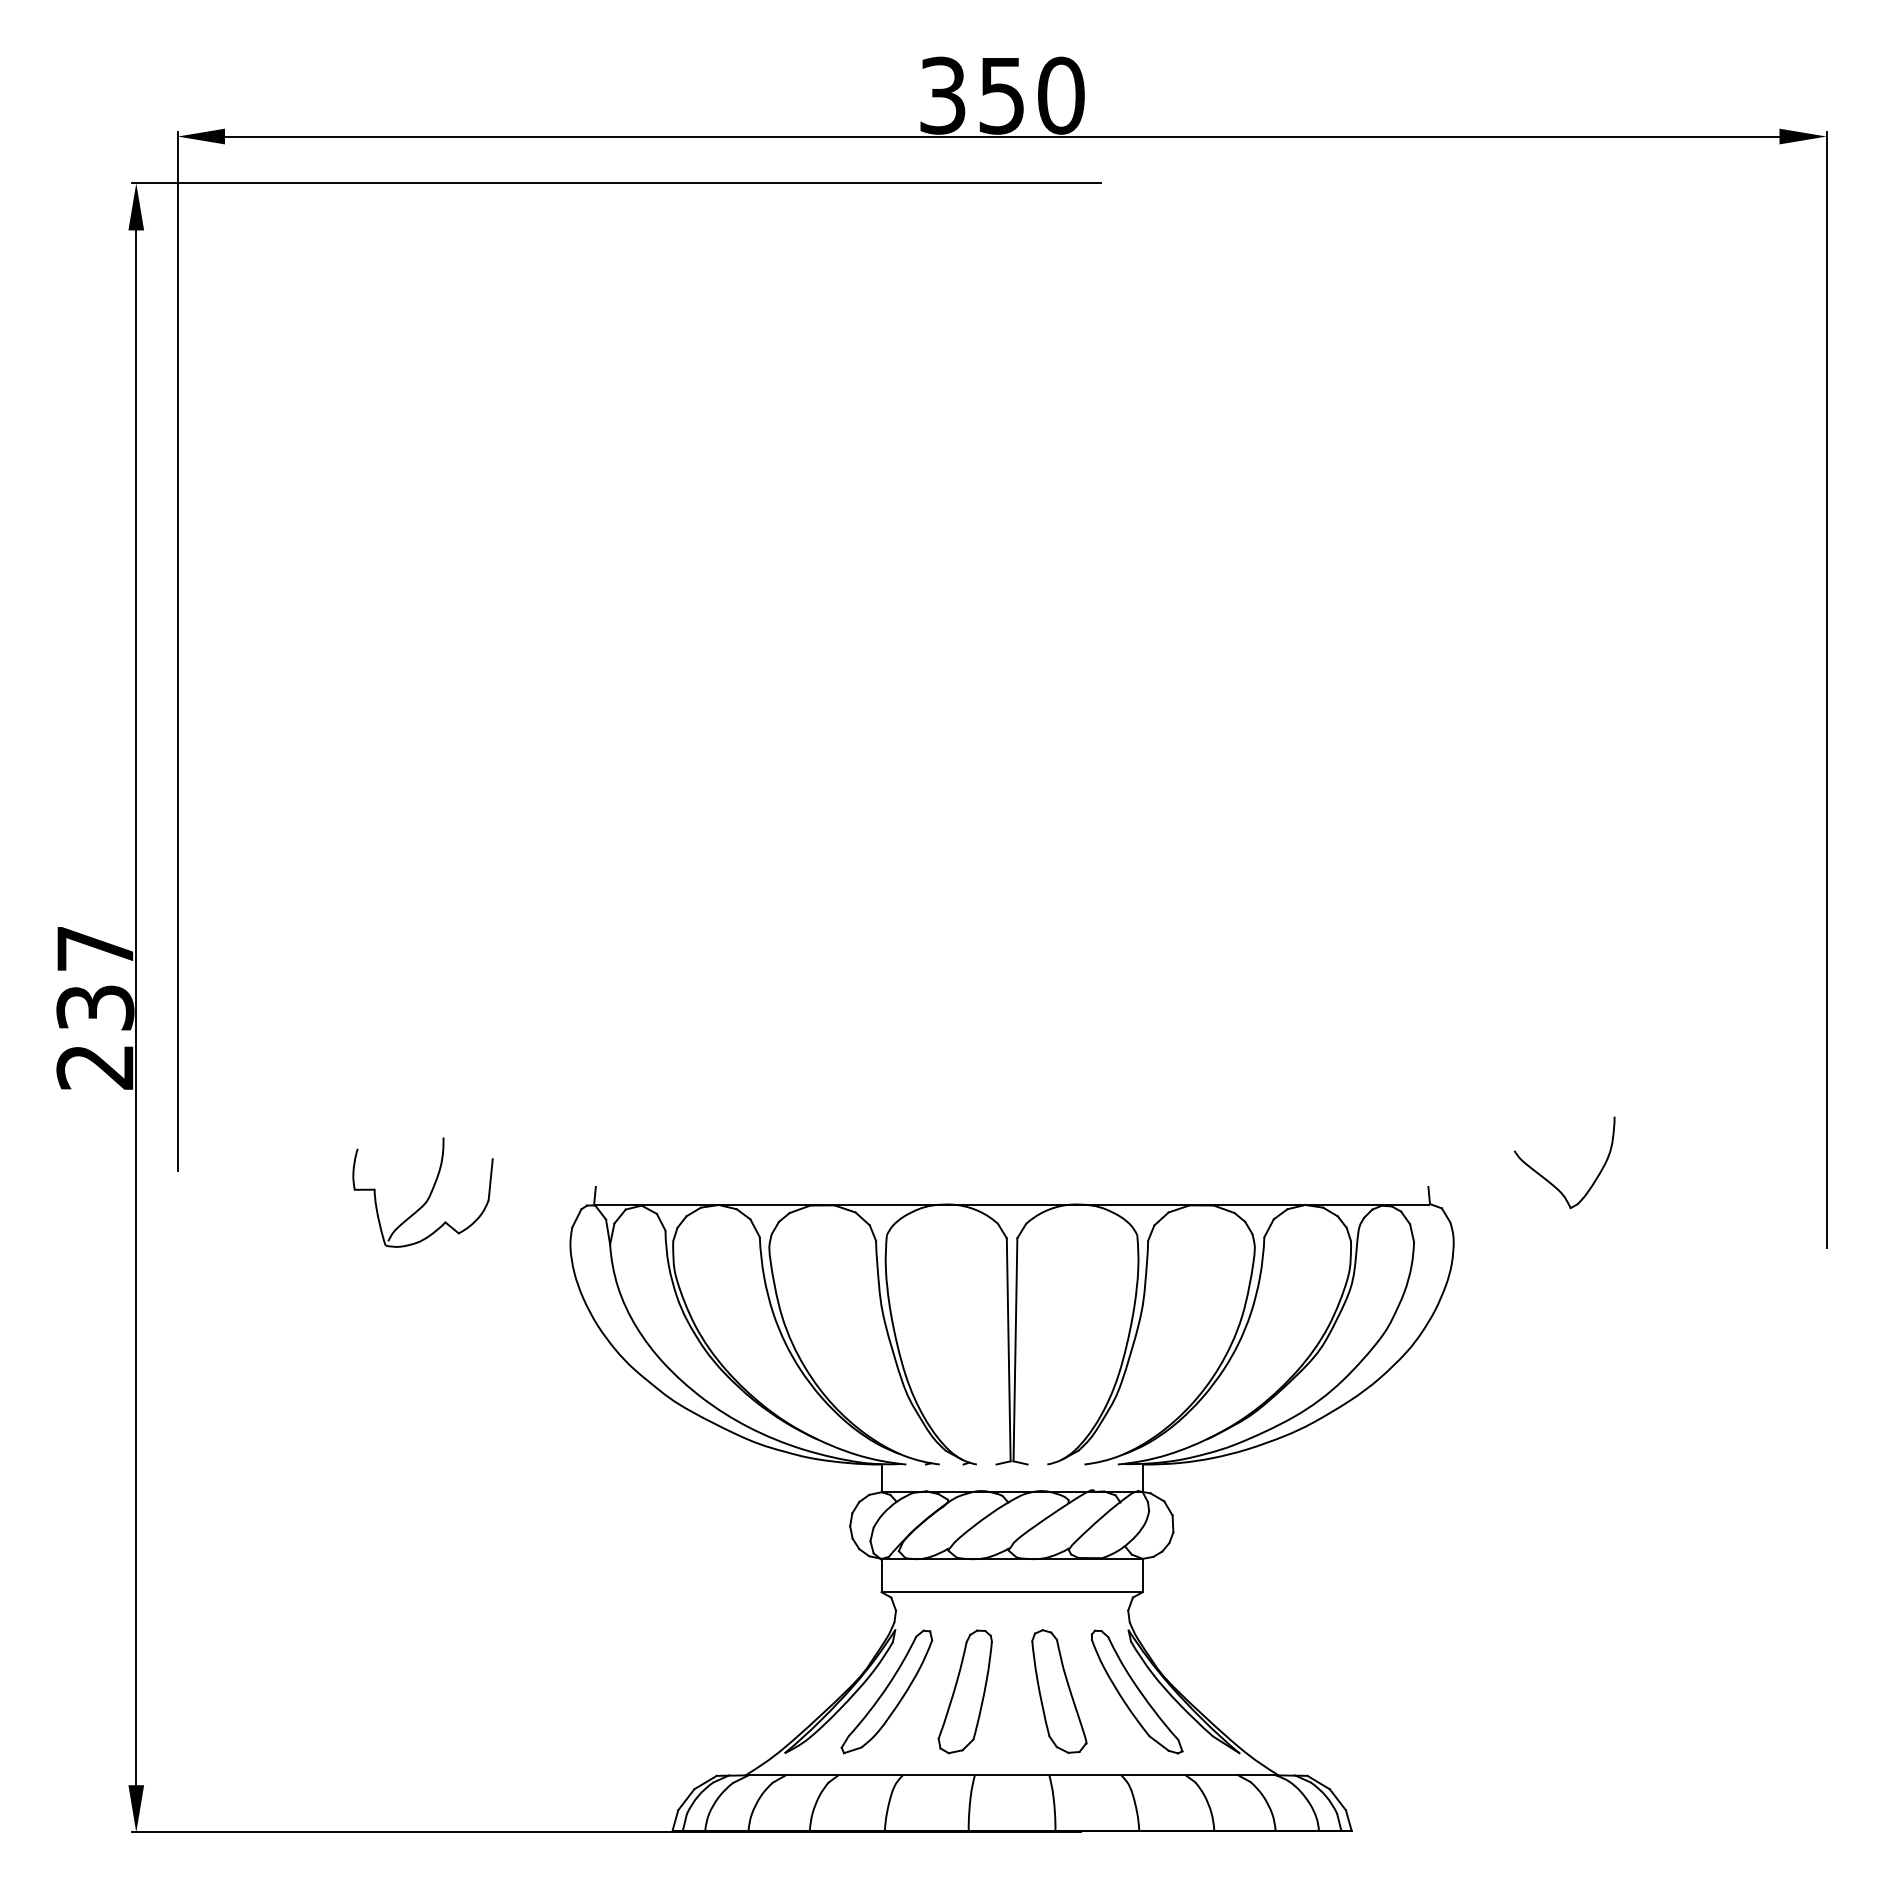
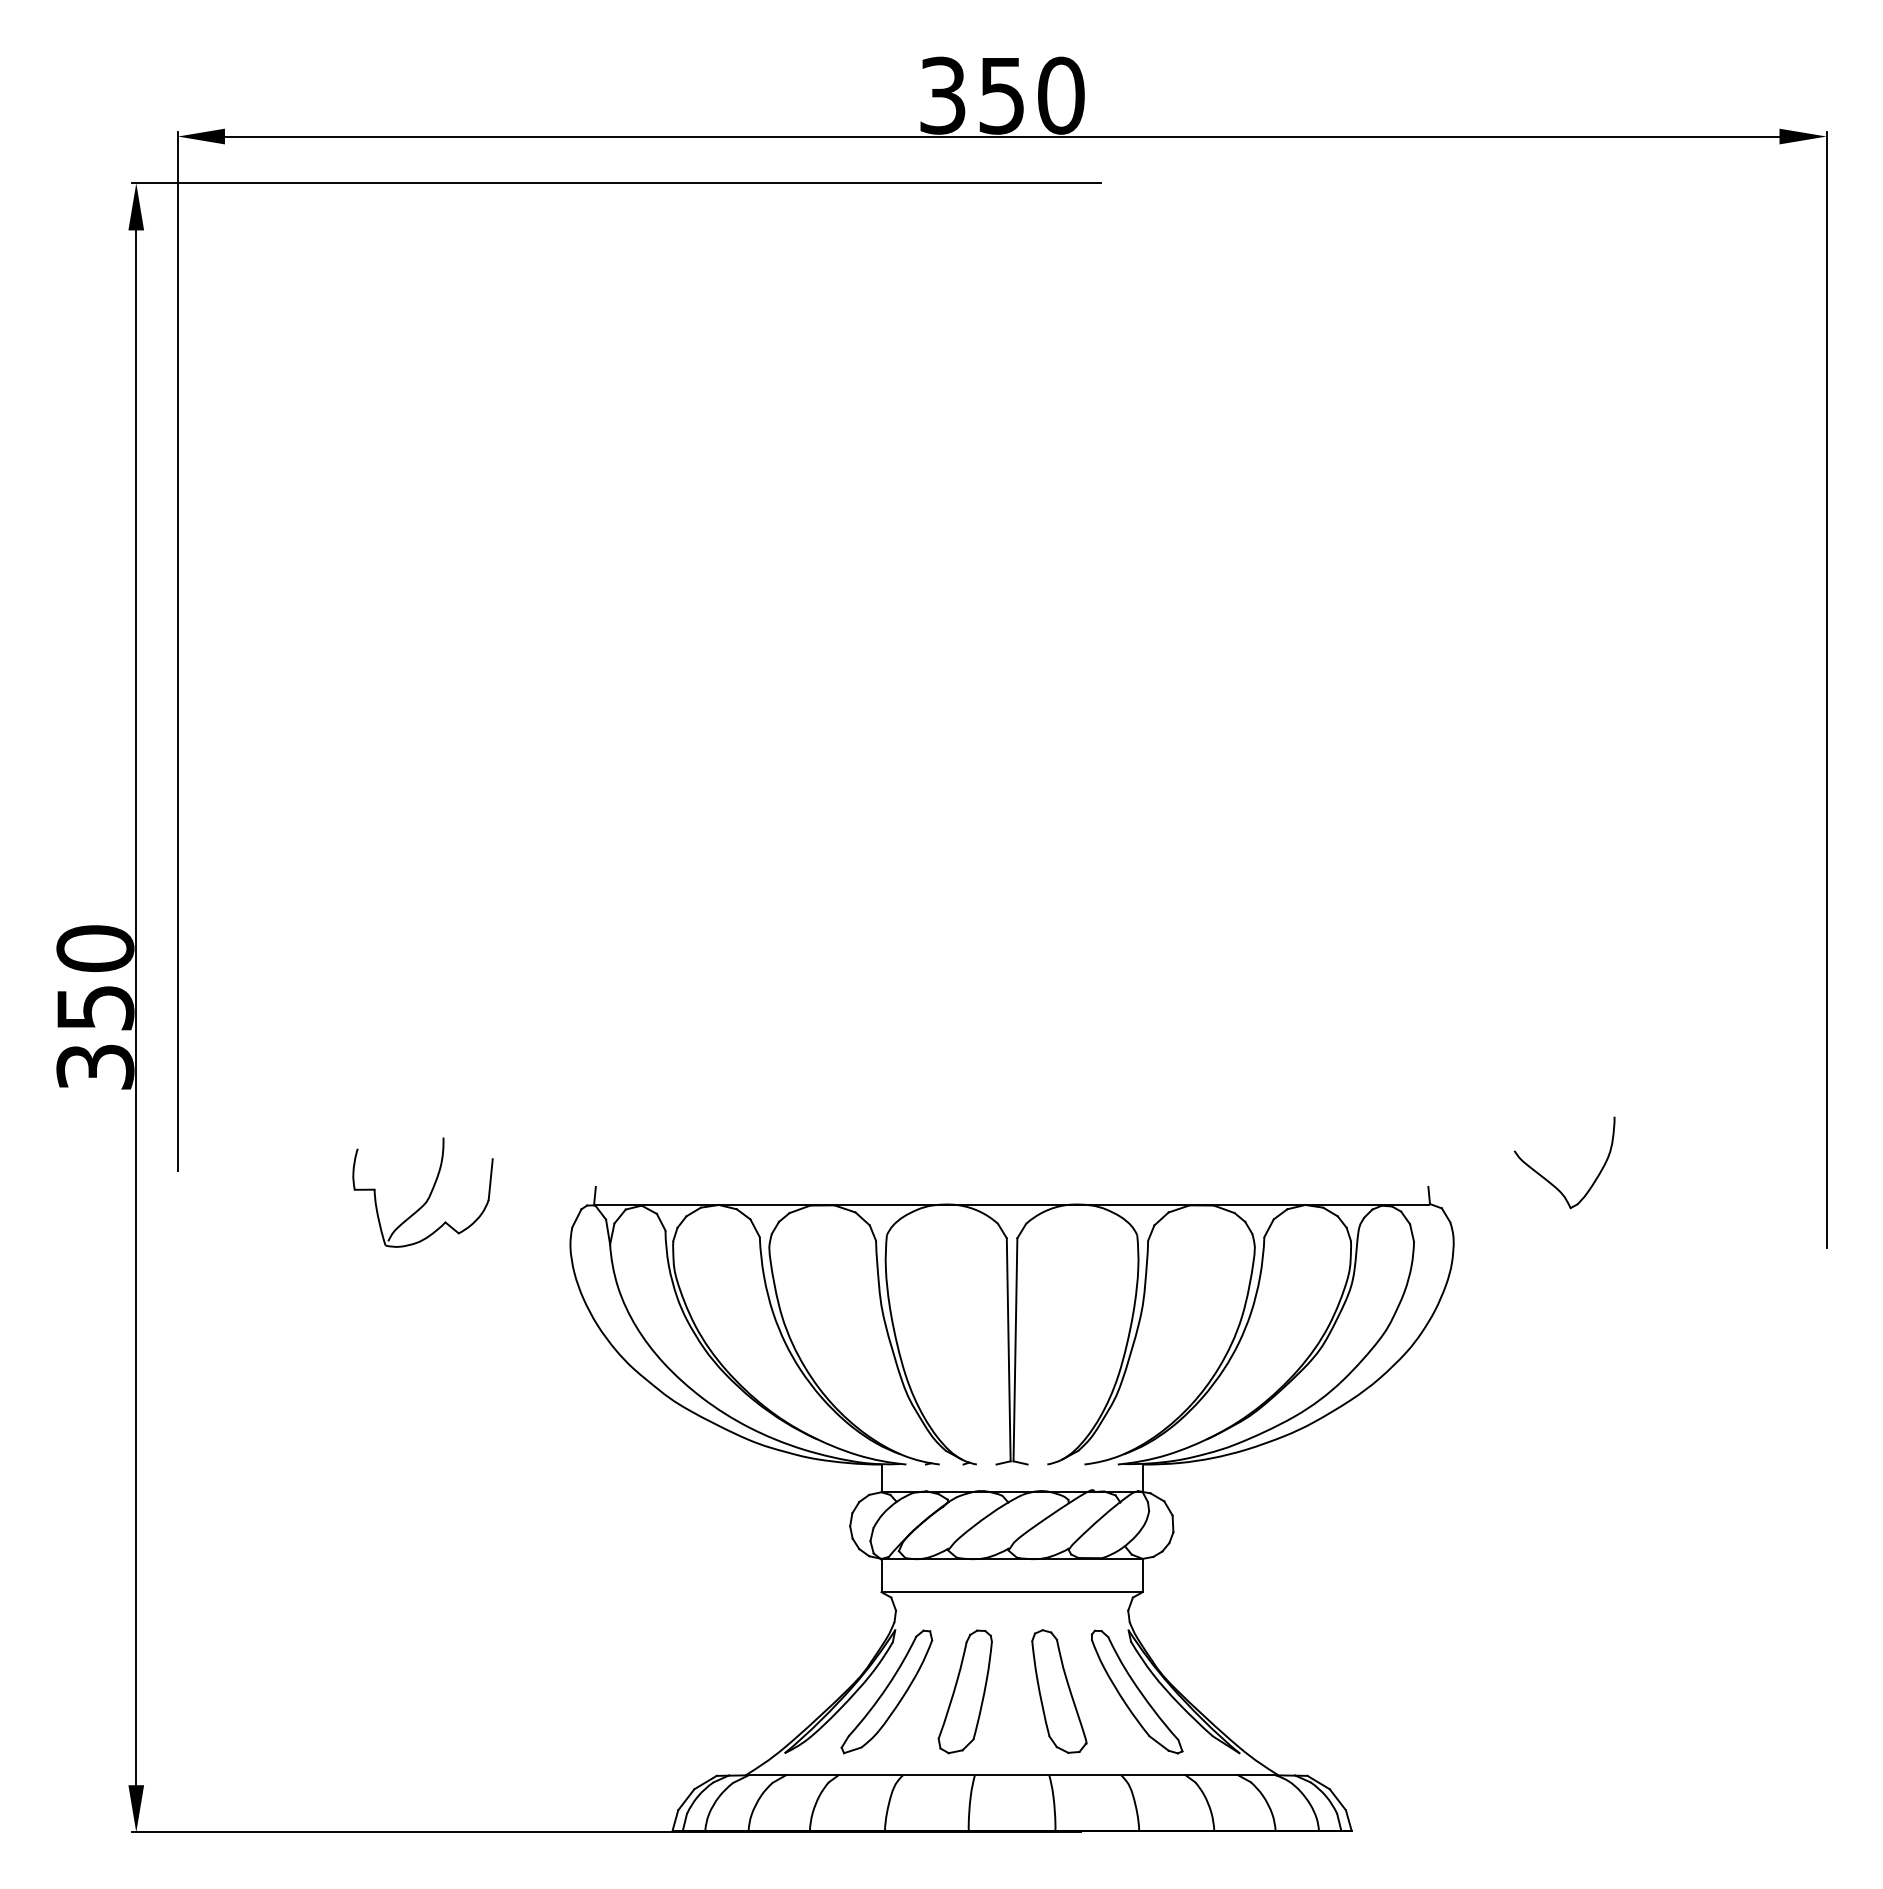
text at (95, 1007): 237 -> 350
